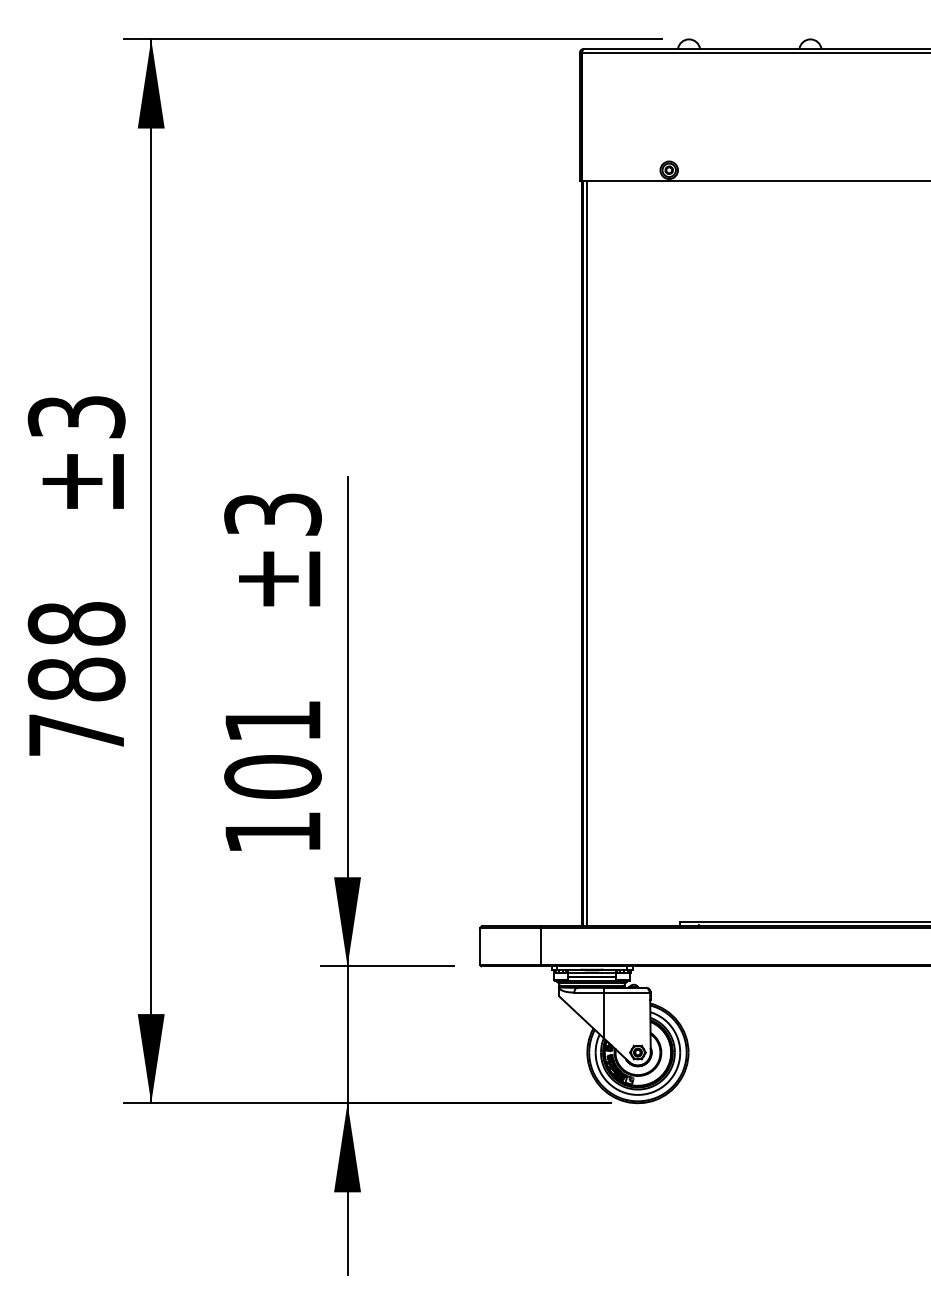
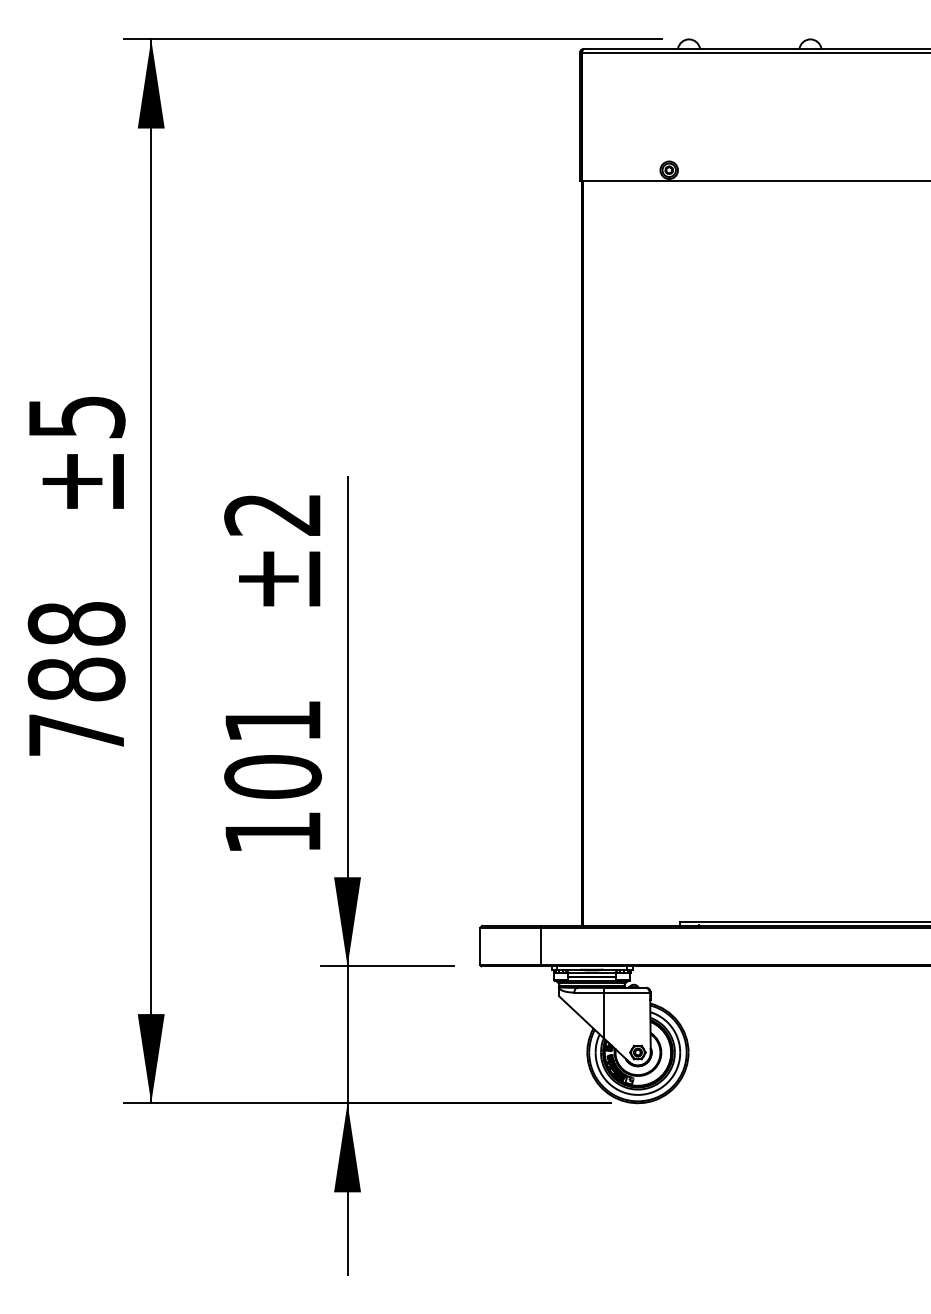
text at (76, 416): ±3 -> ±5
text at (272, 514): ±3 -> ±2
line at (586, 553): present -> none
